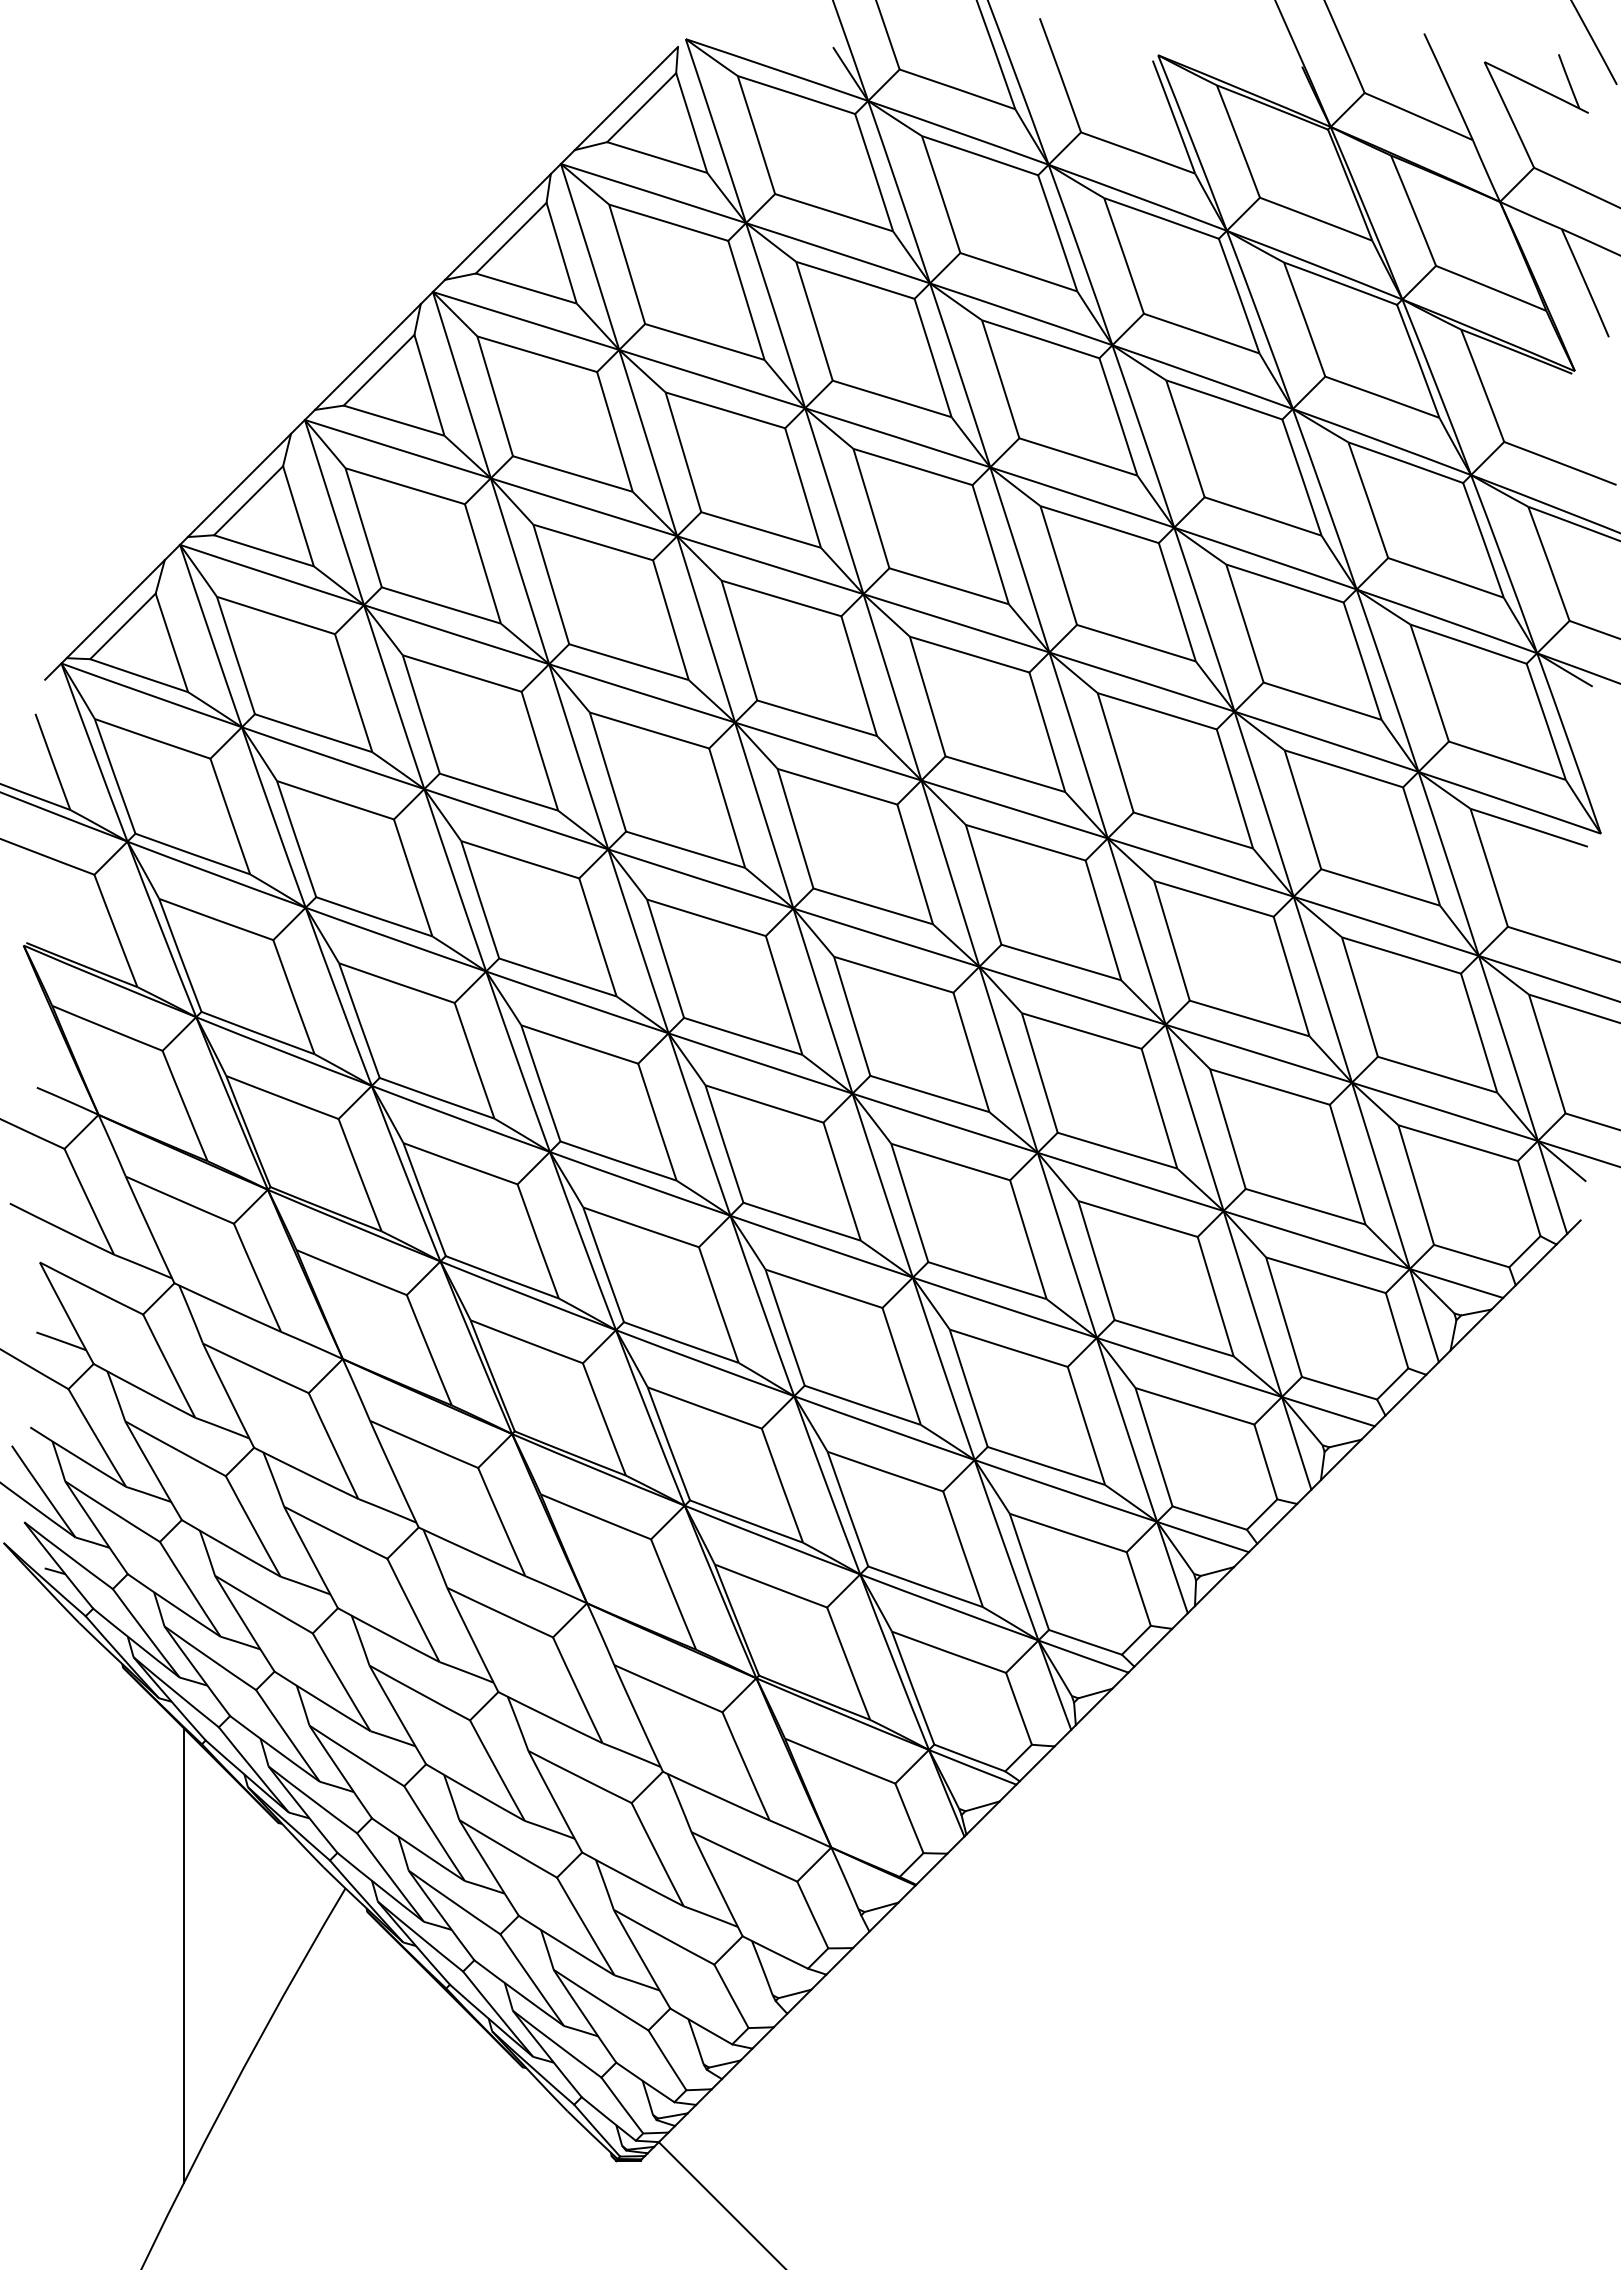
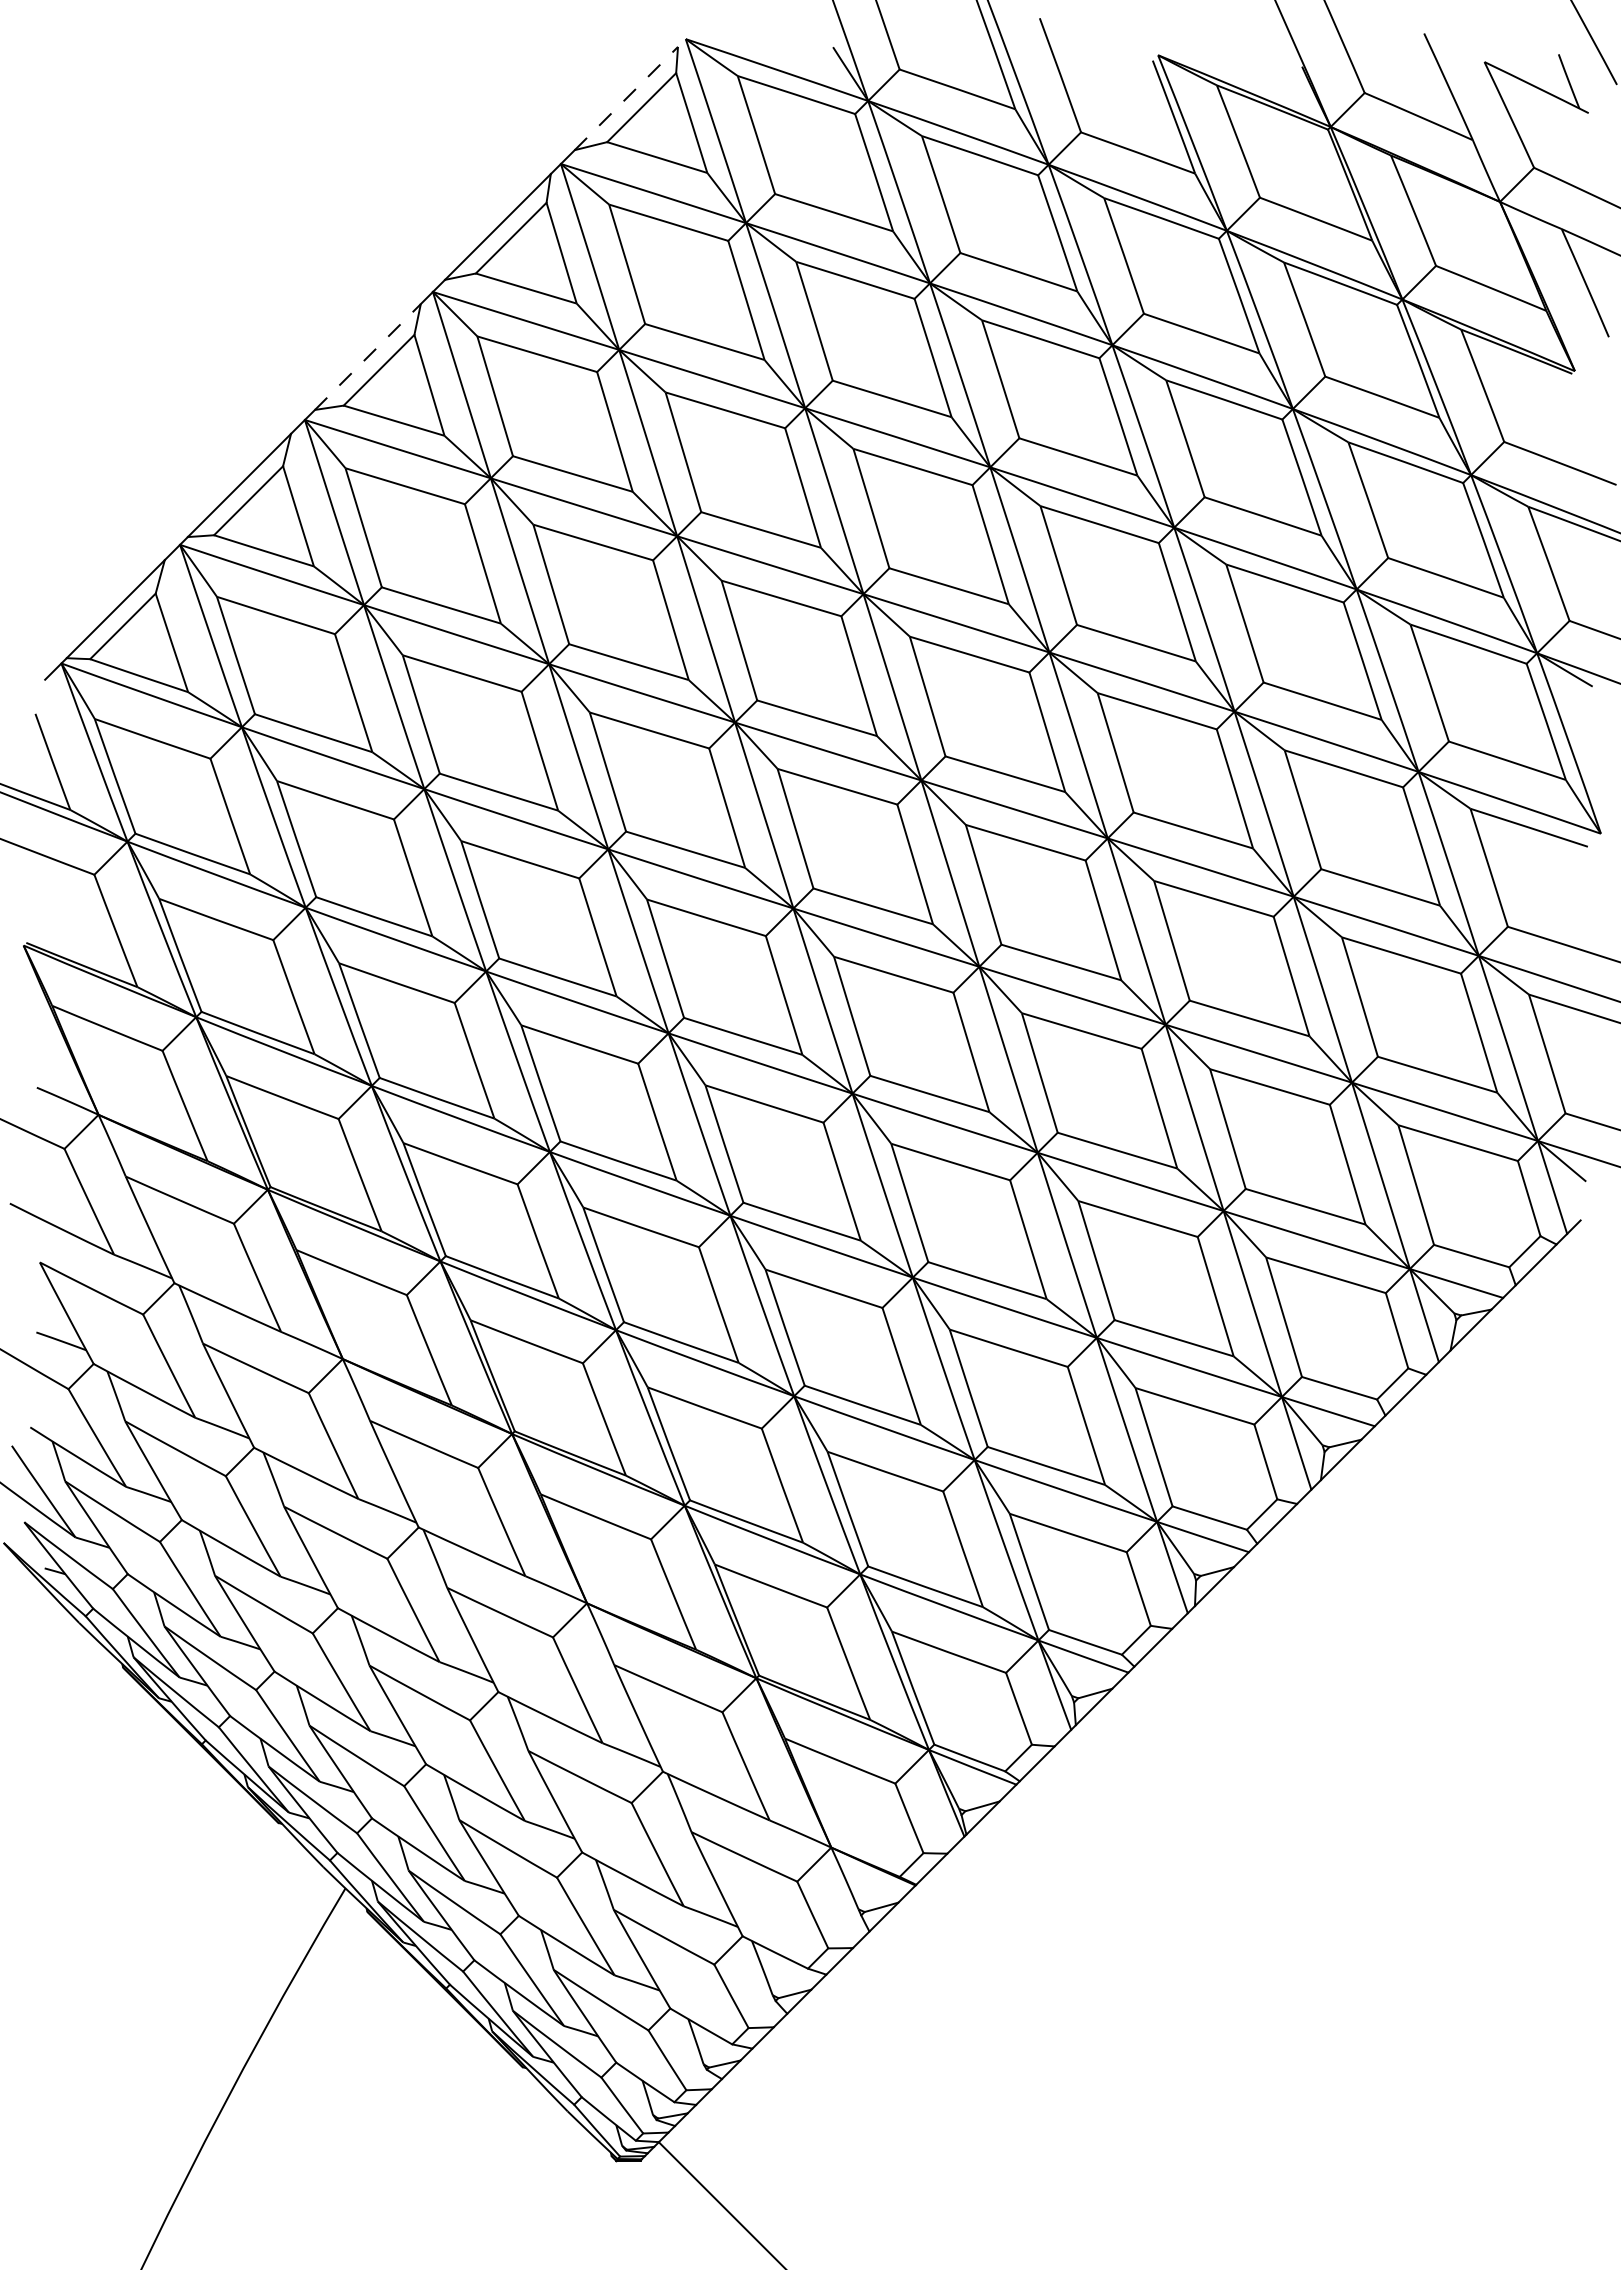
line at (626, 98): solid -> dashed
line at (367, 357): solid -> dashed
line at (183, 1955): present -> none
